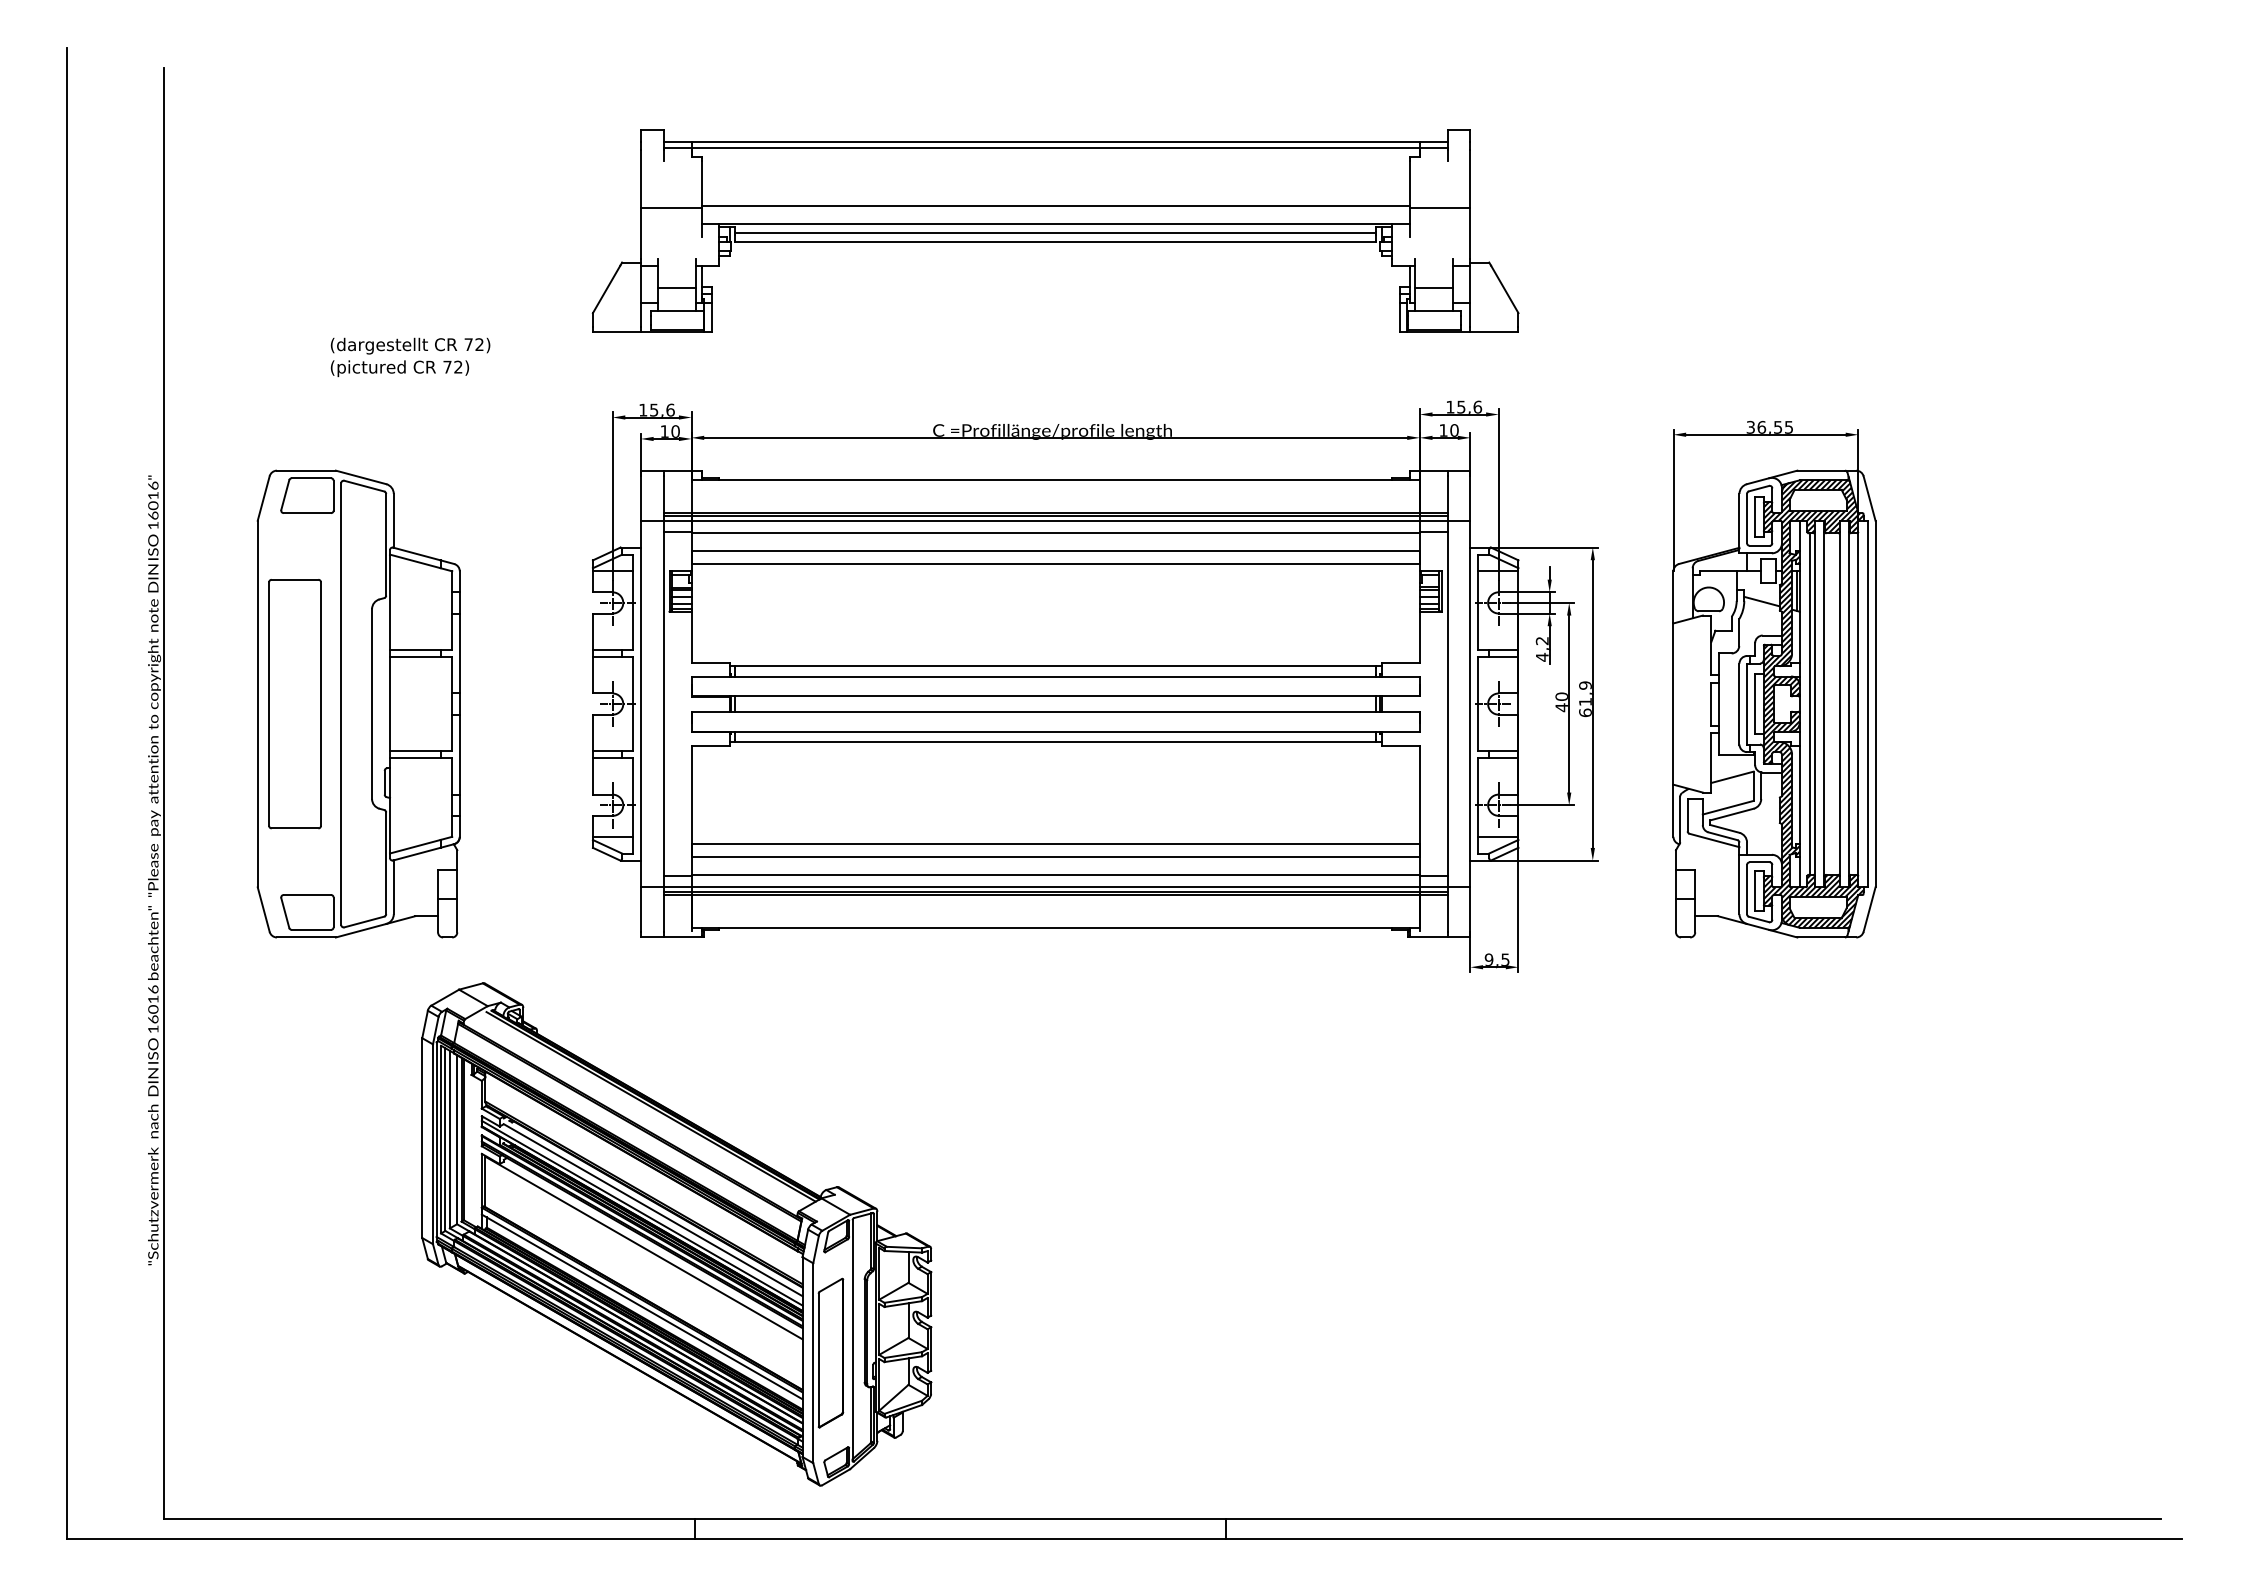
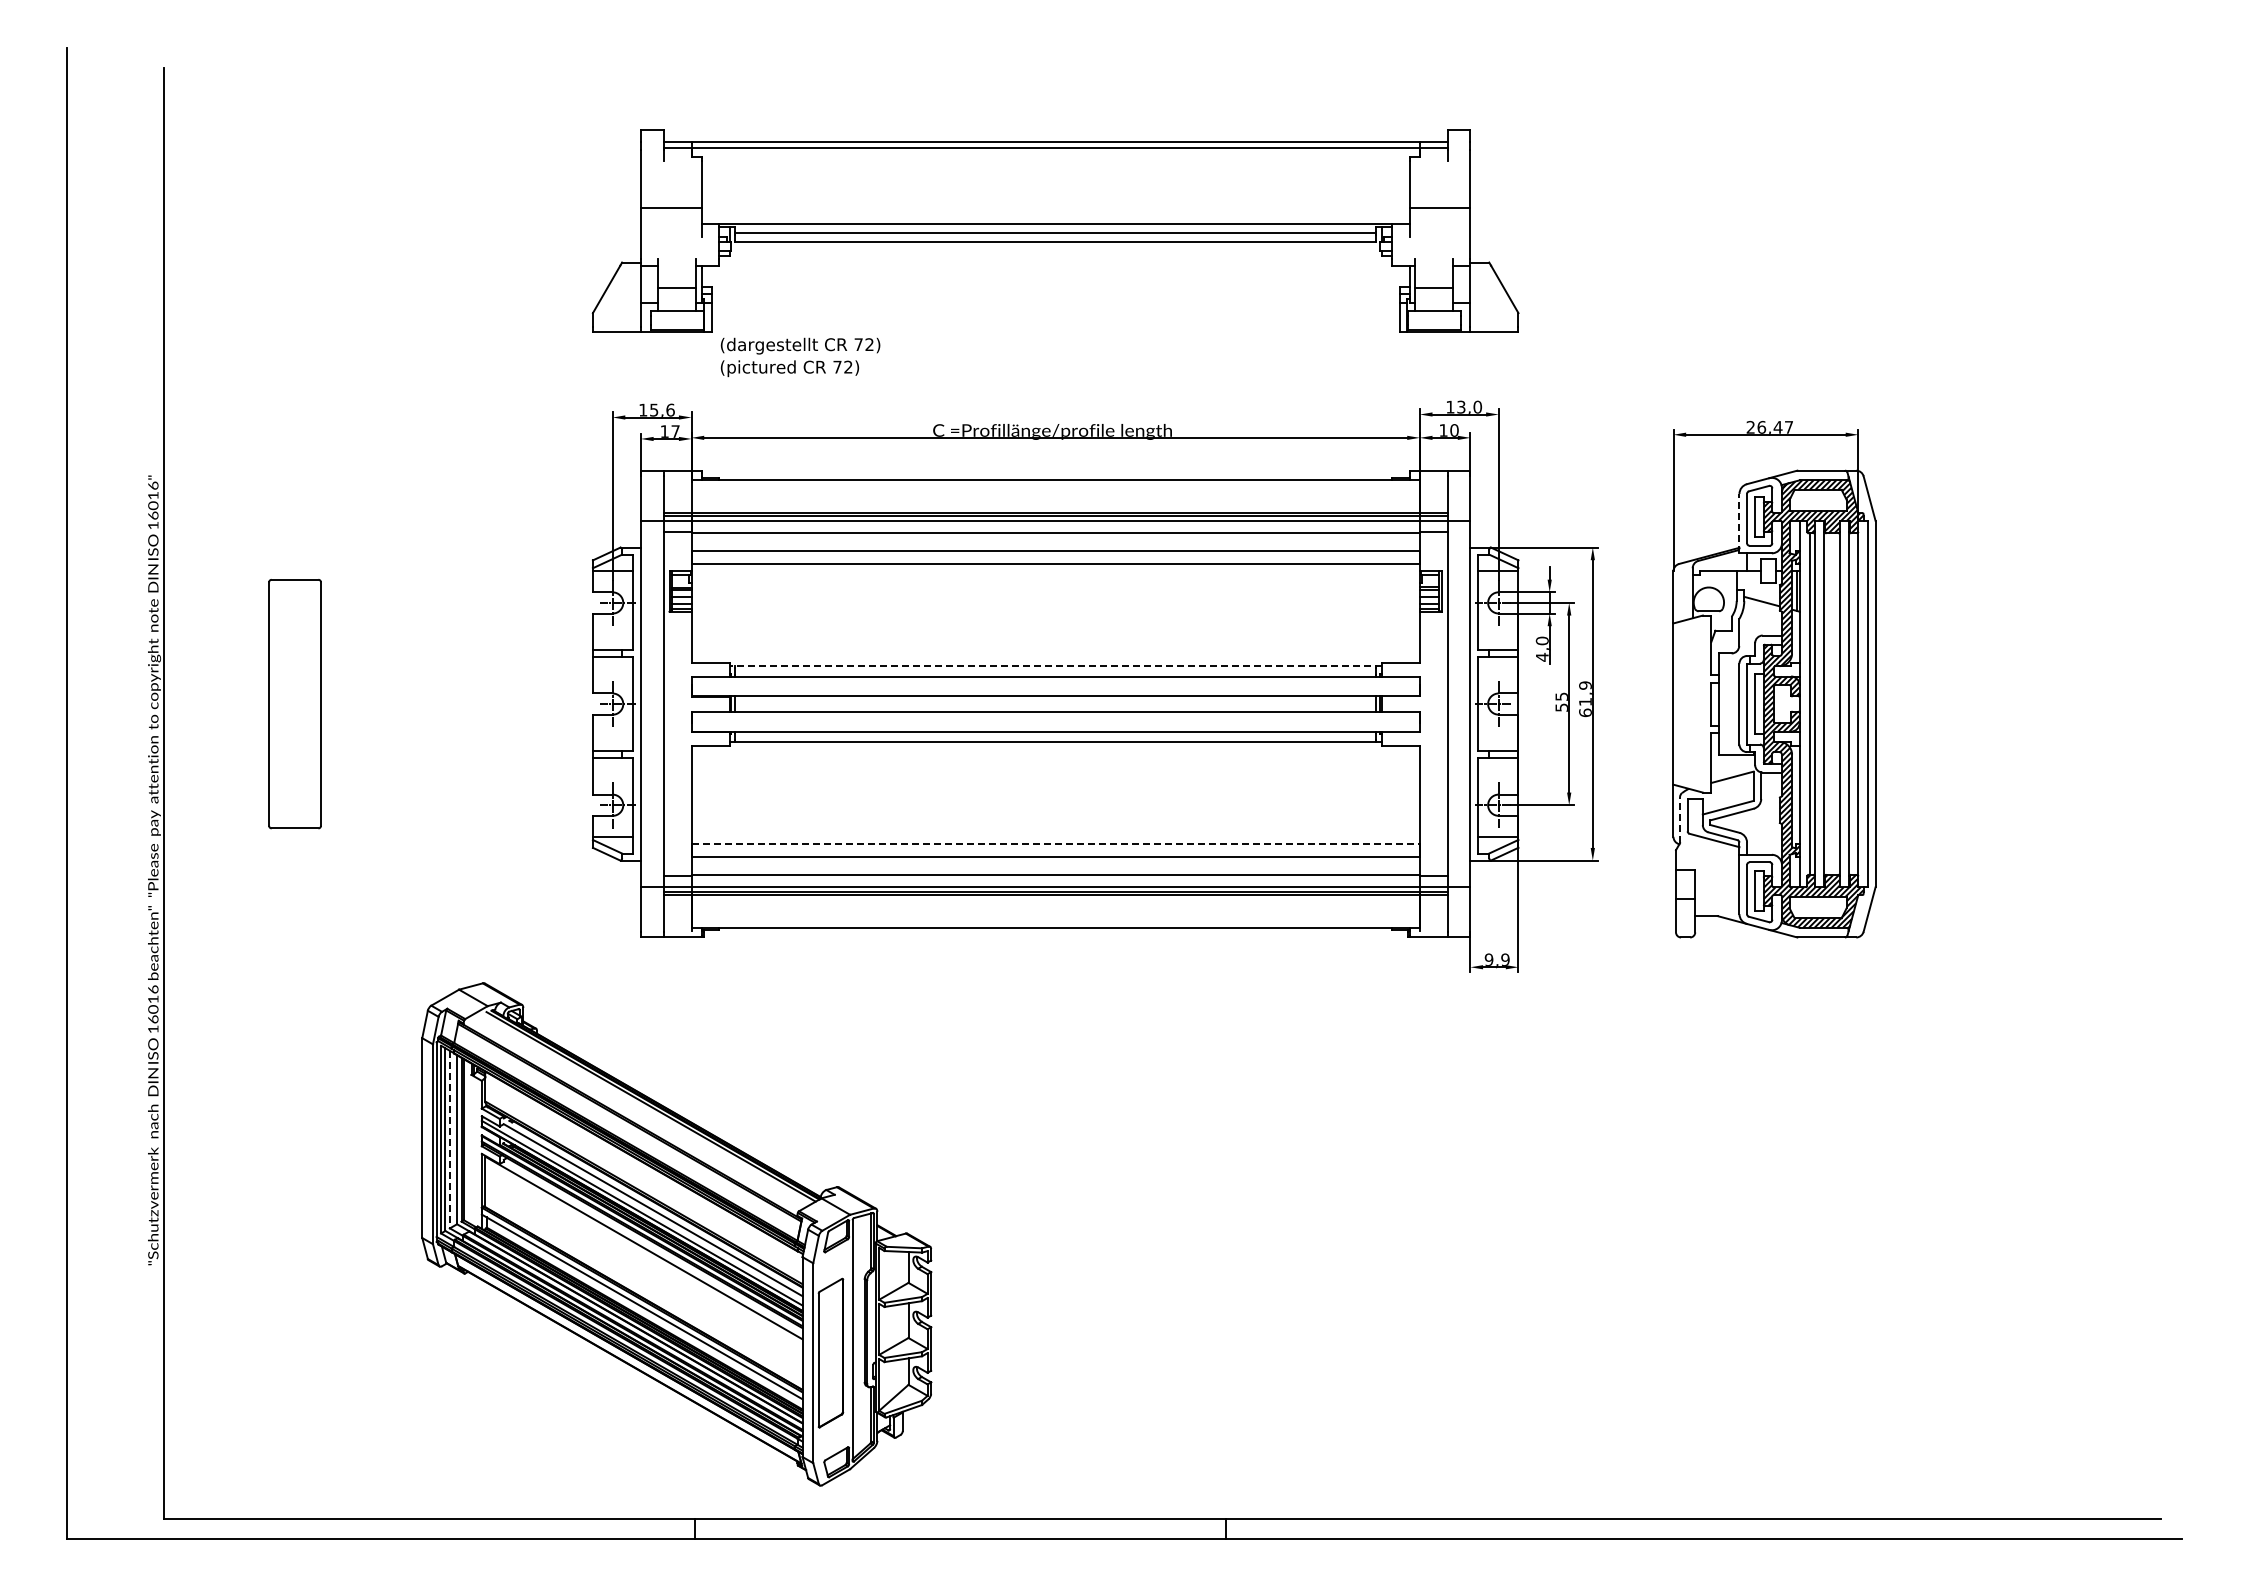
line at (1055, 205): present -> none
text at (410, 357) position: (410, 357) -> (800, 357)
text at (1469, 406): 15,6 -> 13,0
text at (1769, 427): 36,55 -> 26,47
text at (675, 431): 10 -> 17
line at (1739, 523): solid -> dashed
text at (1542, 640): 4,2 -> 4,0
line at (1055, 666): solid -> dashed
text at (1561, 702): 40 -> 55
part at (358, 703): present -> none
line at (1680, 819): solid -> dashed
line at (1056, 844): solid -> dashed
text at (1505, 959): 9,5 -> 9,9
line at (449, 1139): solid -> dashed
